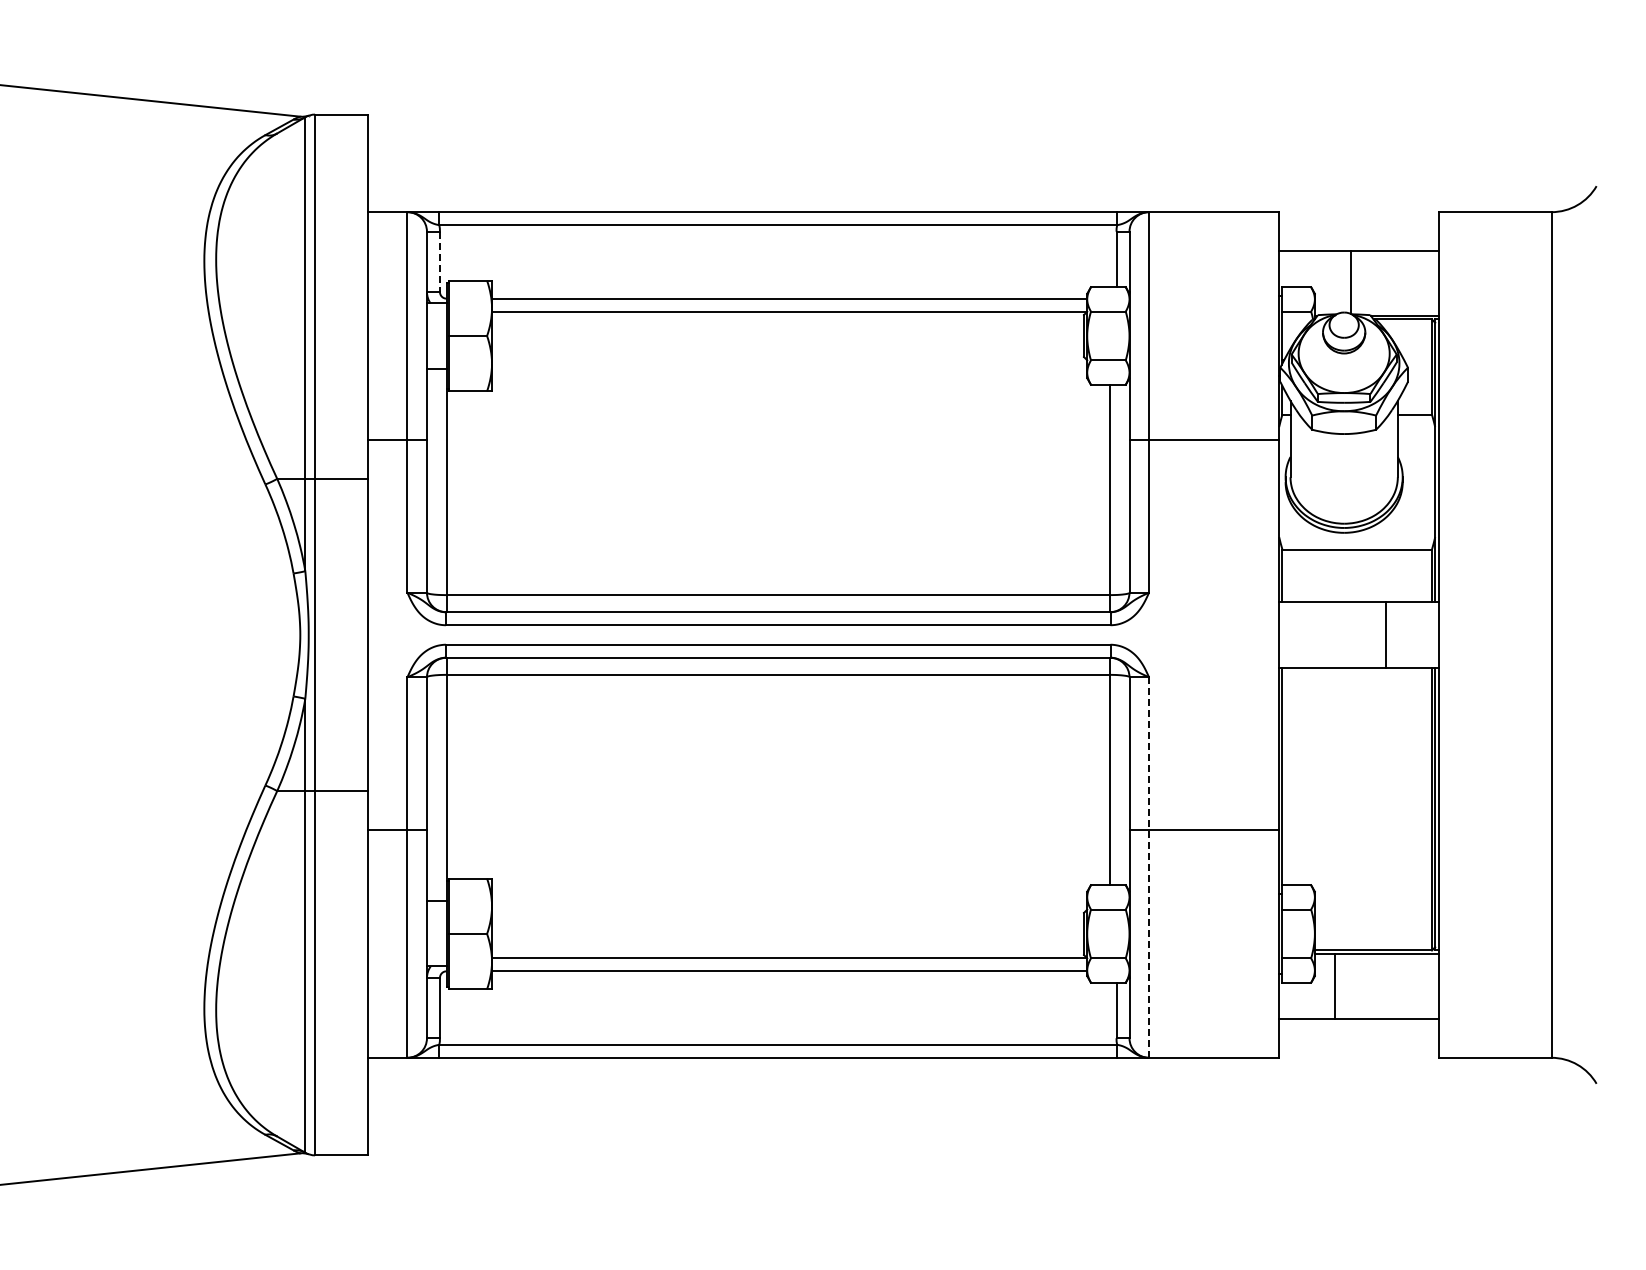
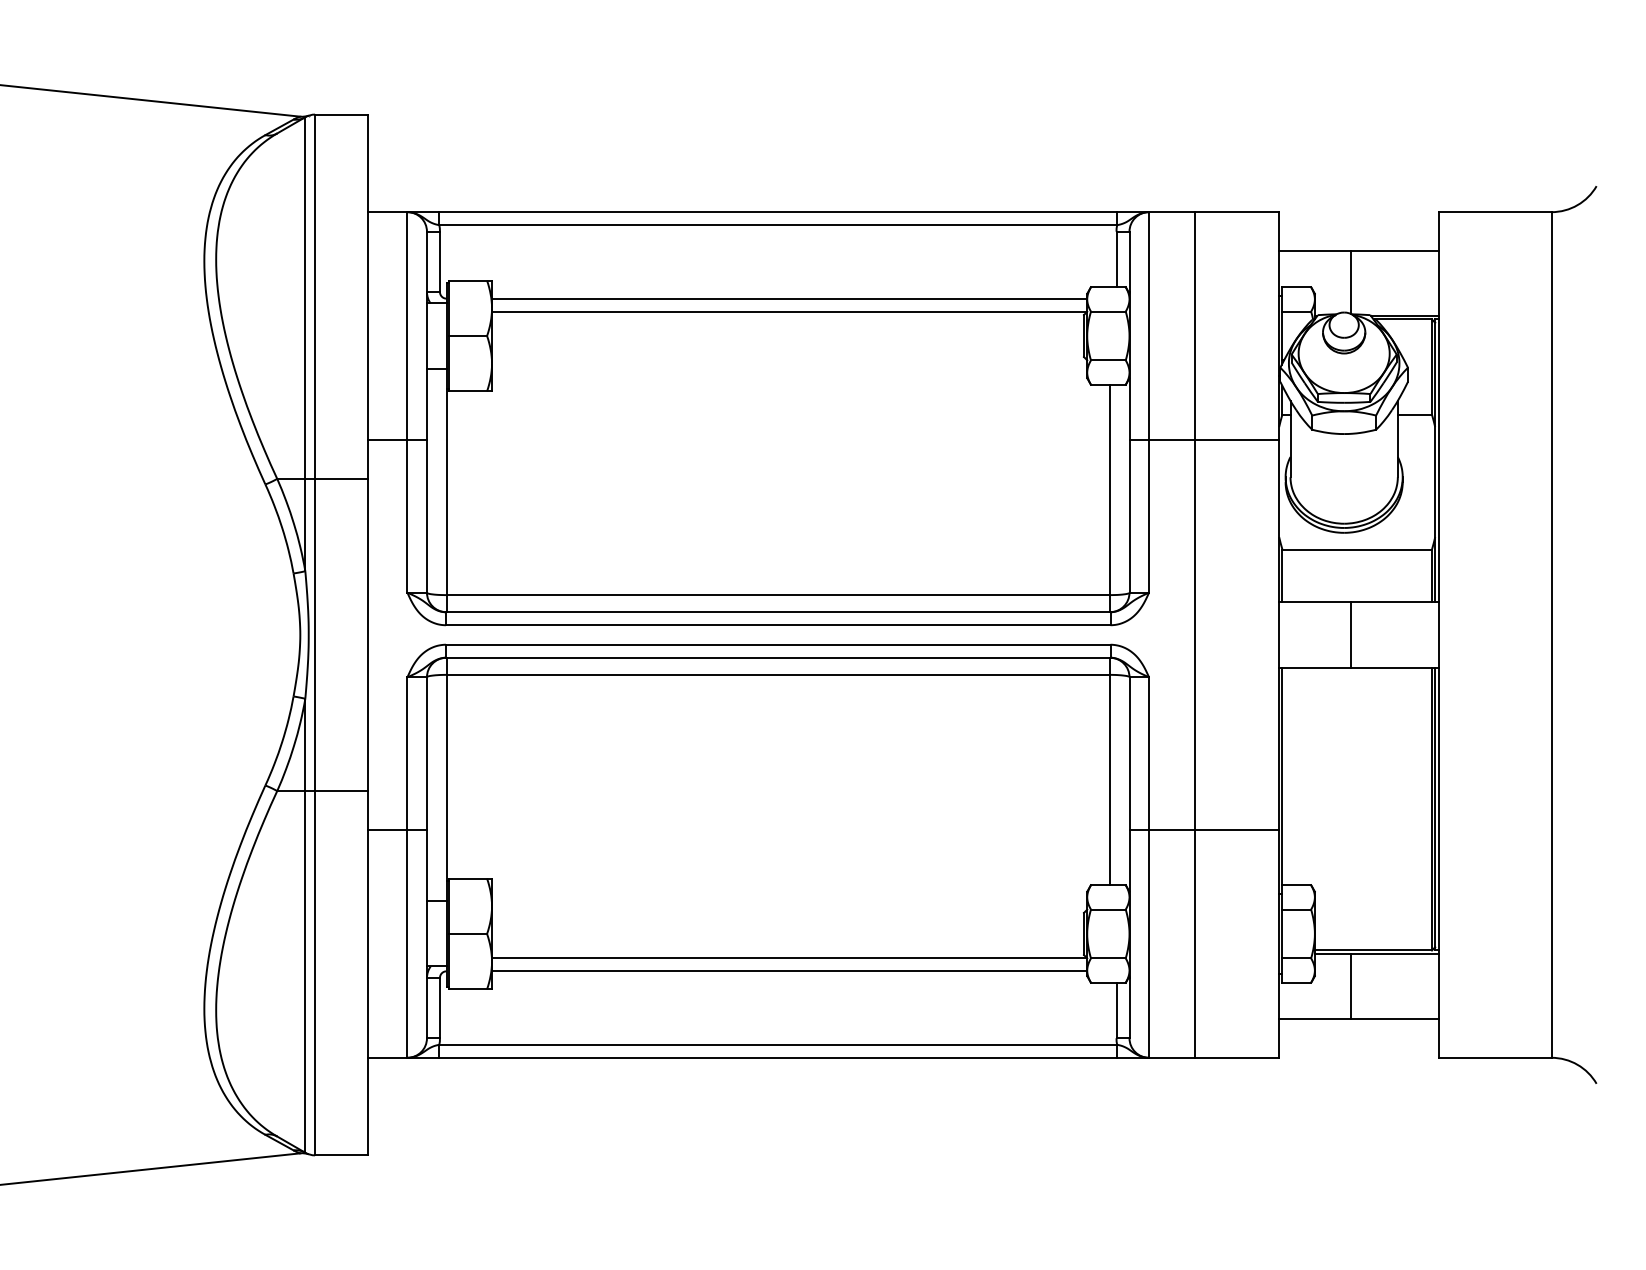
line at (439, 262): dashed -> solid
line at (1194, 634): none -> present
line at (1385, 634) position: (1385, 634) -> (1350, 634)
line at (1149, 867): dashed -> solid
line at (1334, 985) position: (1334, 985) -> (1350, 985)
